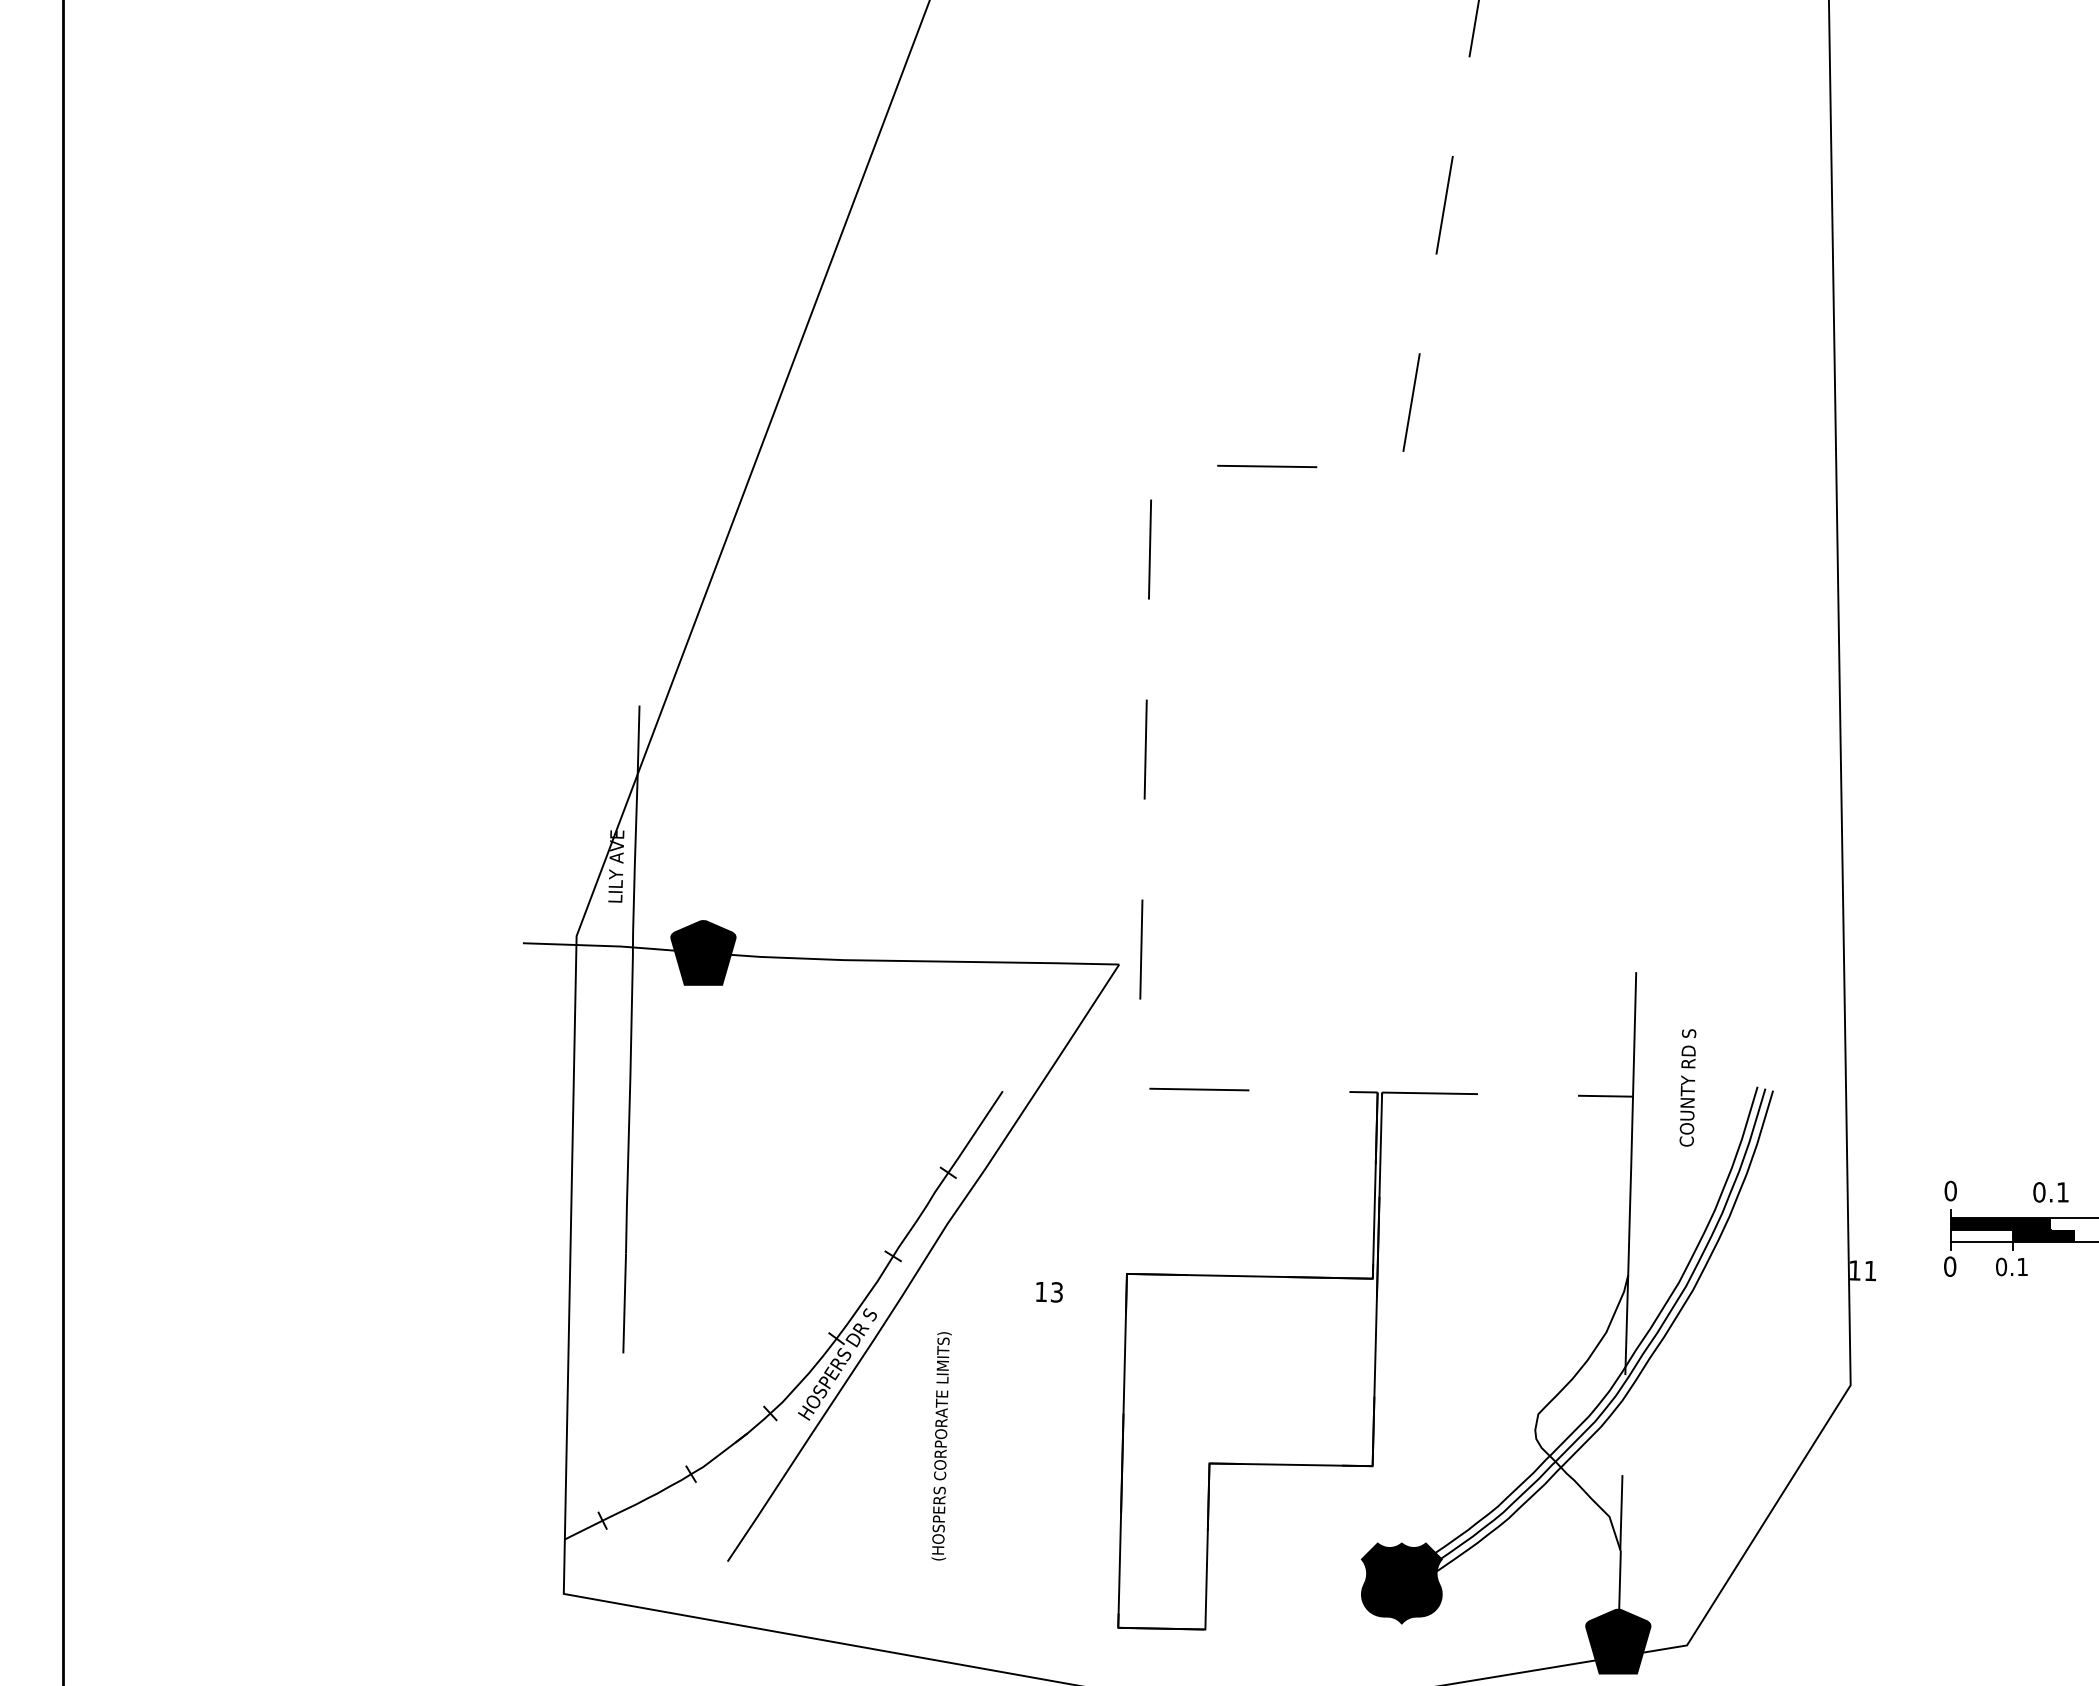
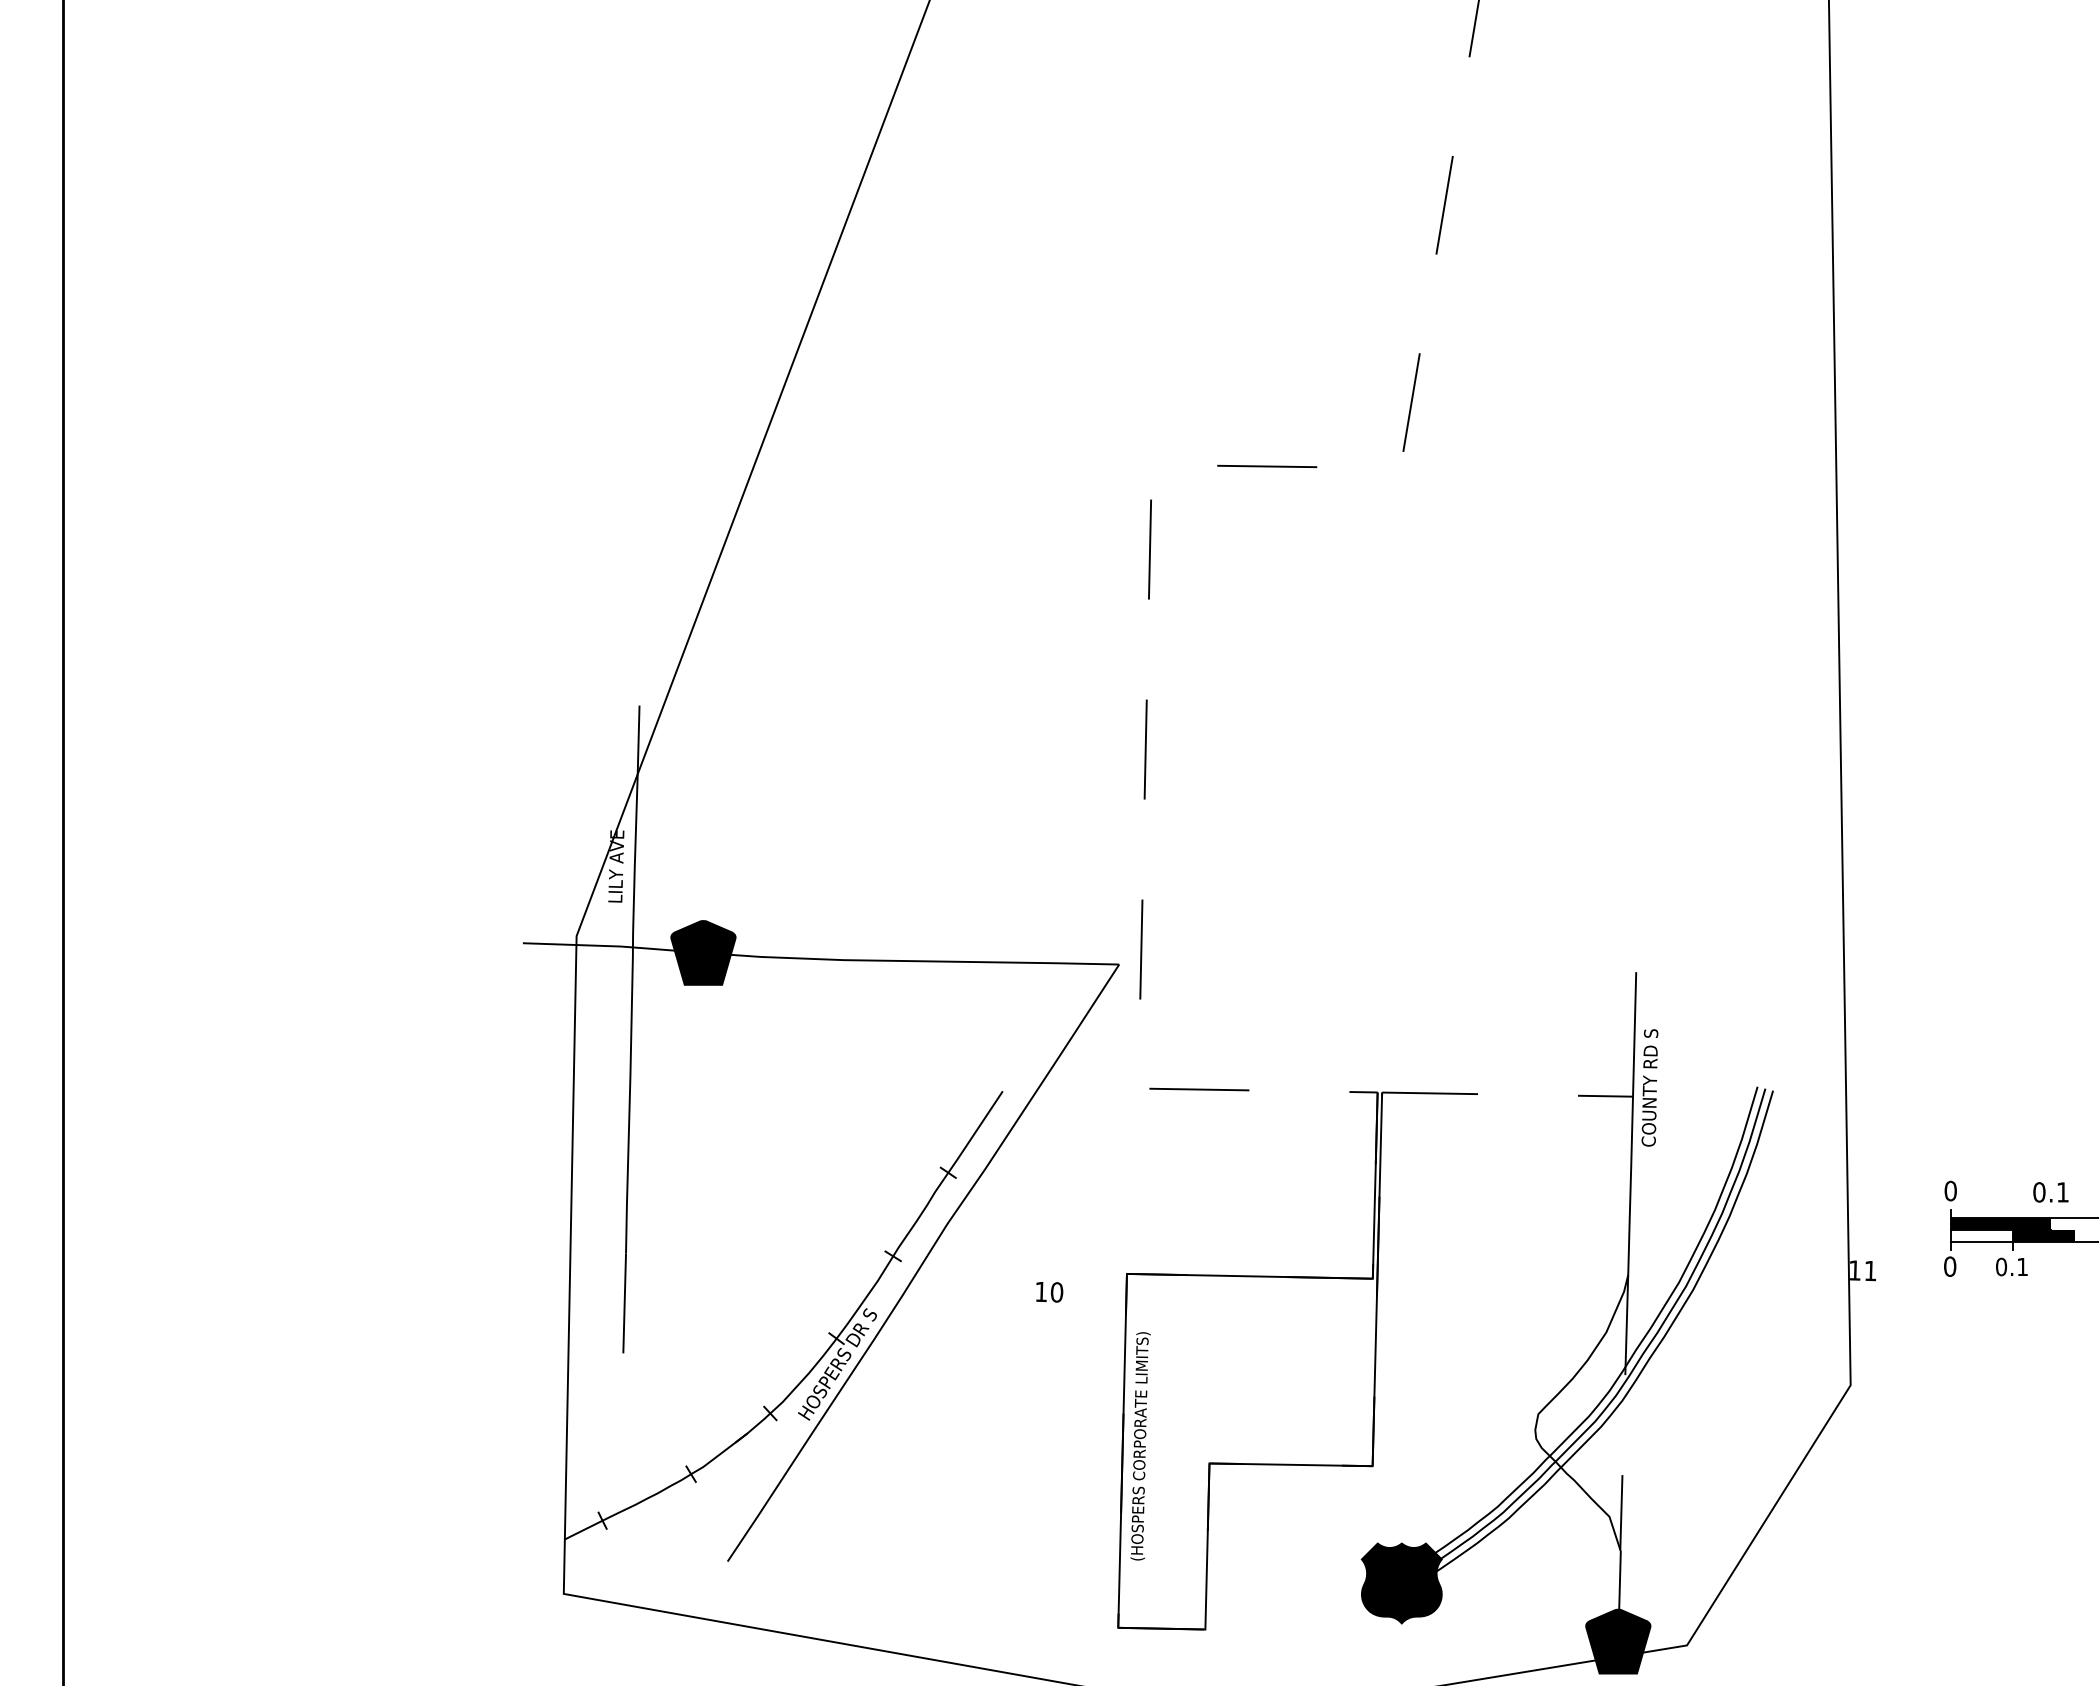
text at (1687, 1087) position: (1687, 1087) -> (1649, 1087)
text at (1056, 1292): 13 -> 10
text at (941, 1446) position: (941, 1446) -> (1140, 1446)
